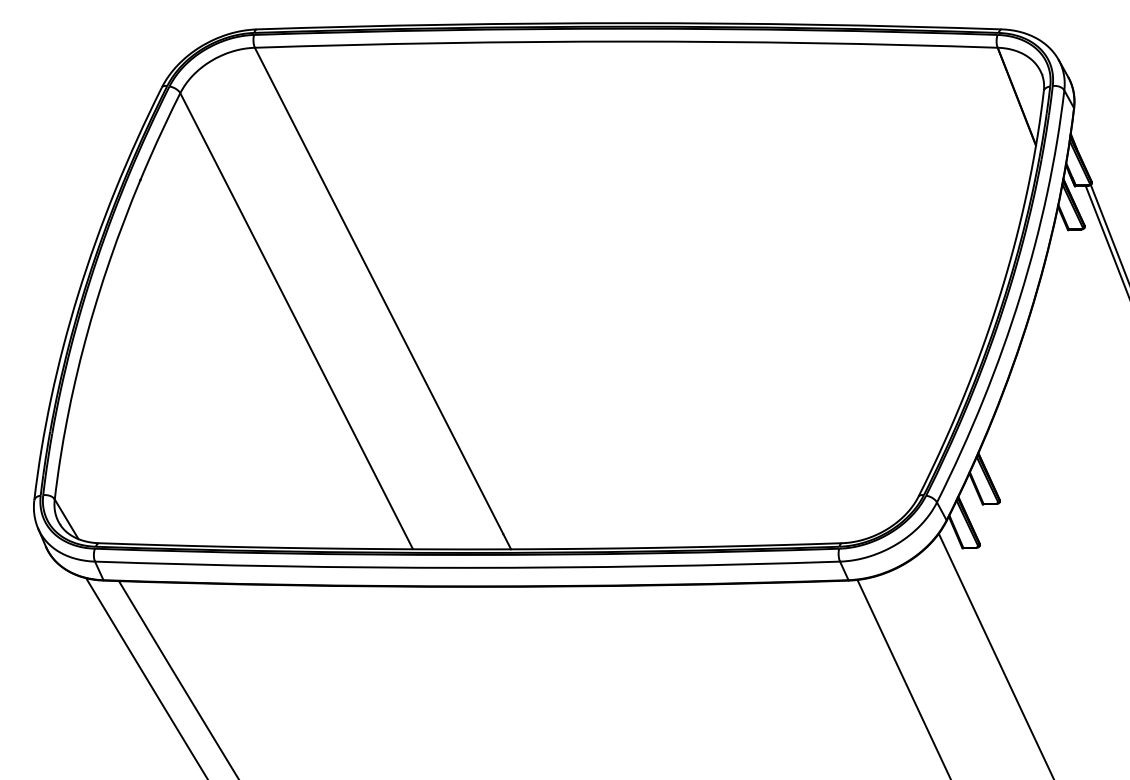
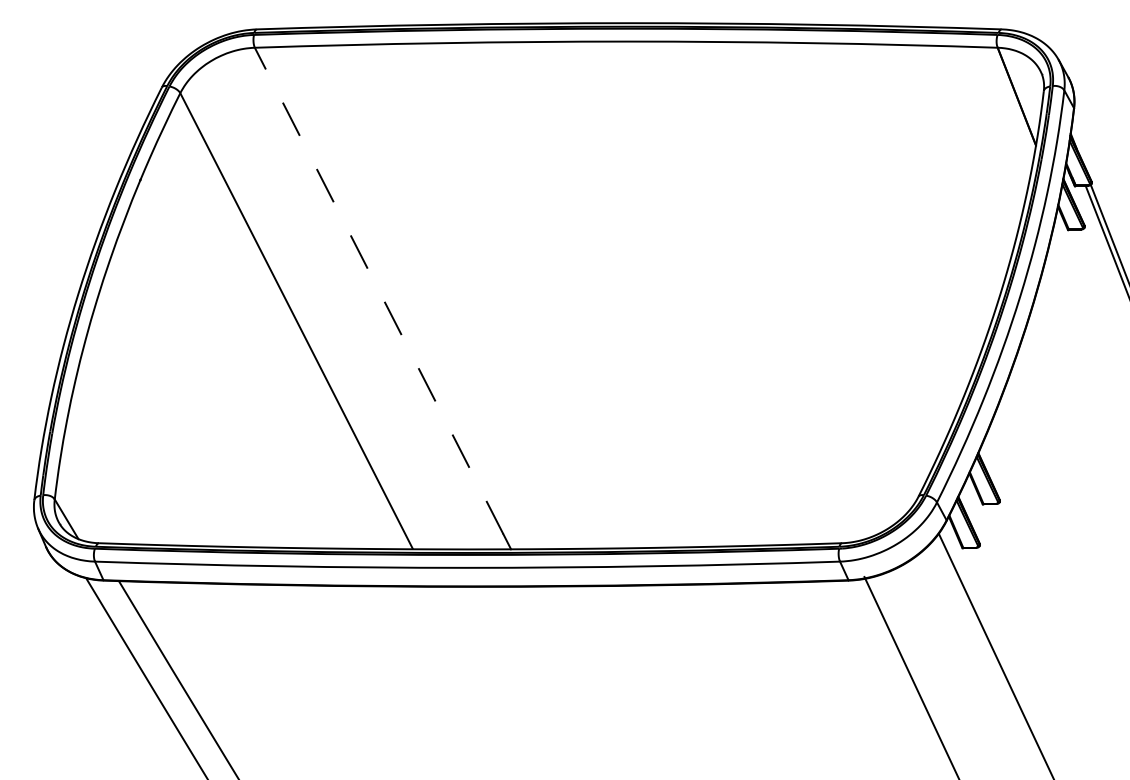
line at (378, 290): solid -> dashed
line at (903, 678) position: (903, 678) -> (910, 676)
